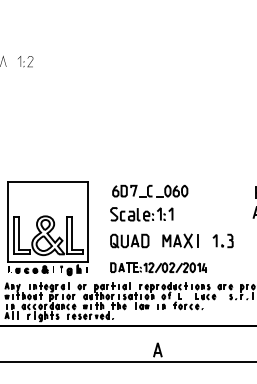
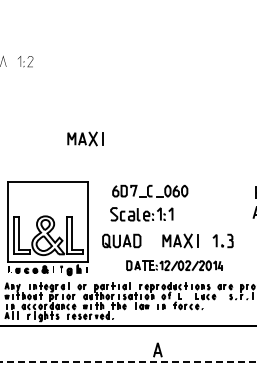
part at (85, 138): none -> present
part at (129, 240) position: (129, 240) -> (121, 240)
part at (158, 267) position: (158, 267) -> (174, 265)
line at (128, 362): solid -> dashed
